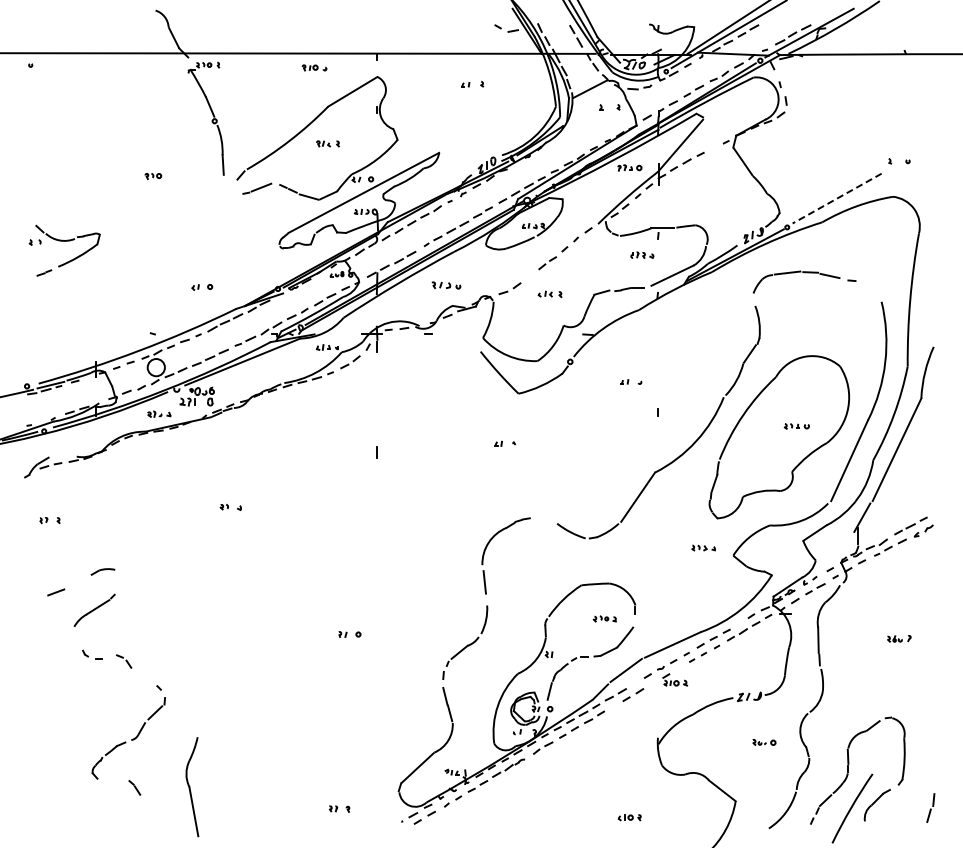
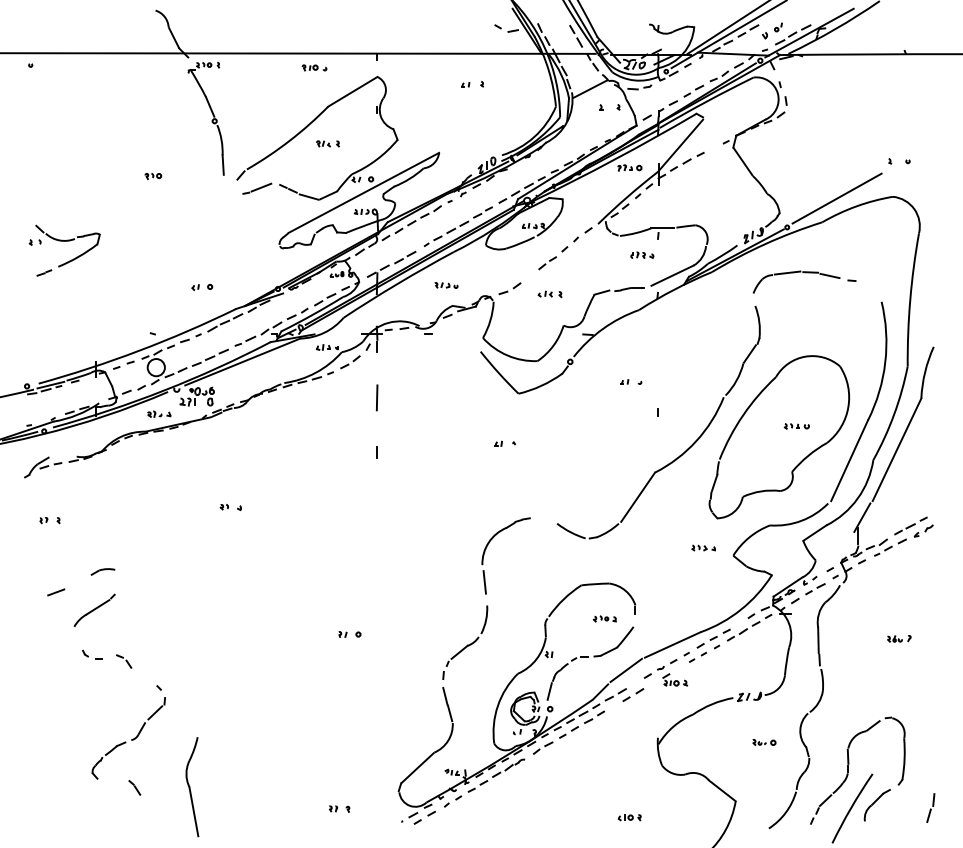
part at (772, 30): none -> present
line at (837, 198): dashed -> solid
part at (446, 285) size: 31x9 px -> 25x7 px
line at (376, 397): none -> present
